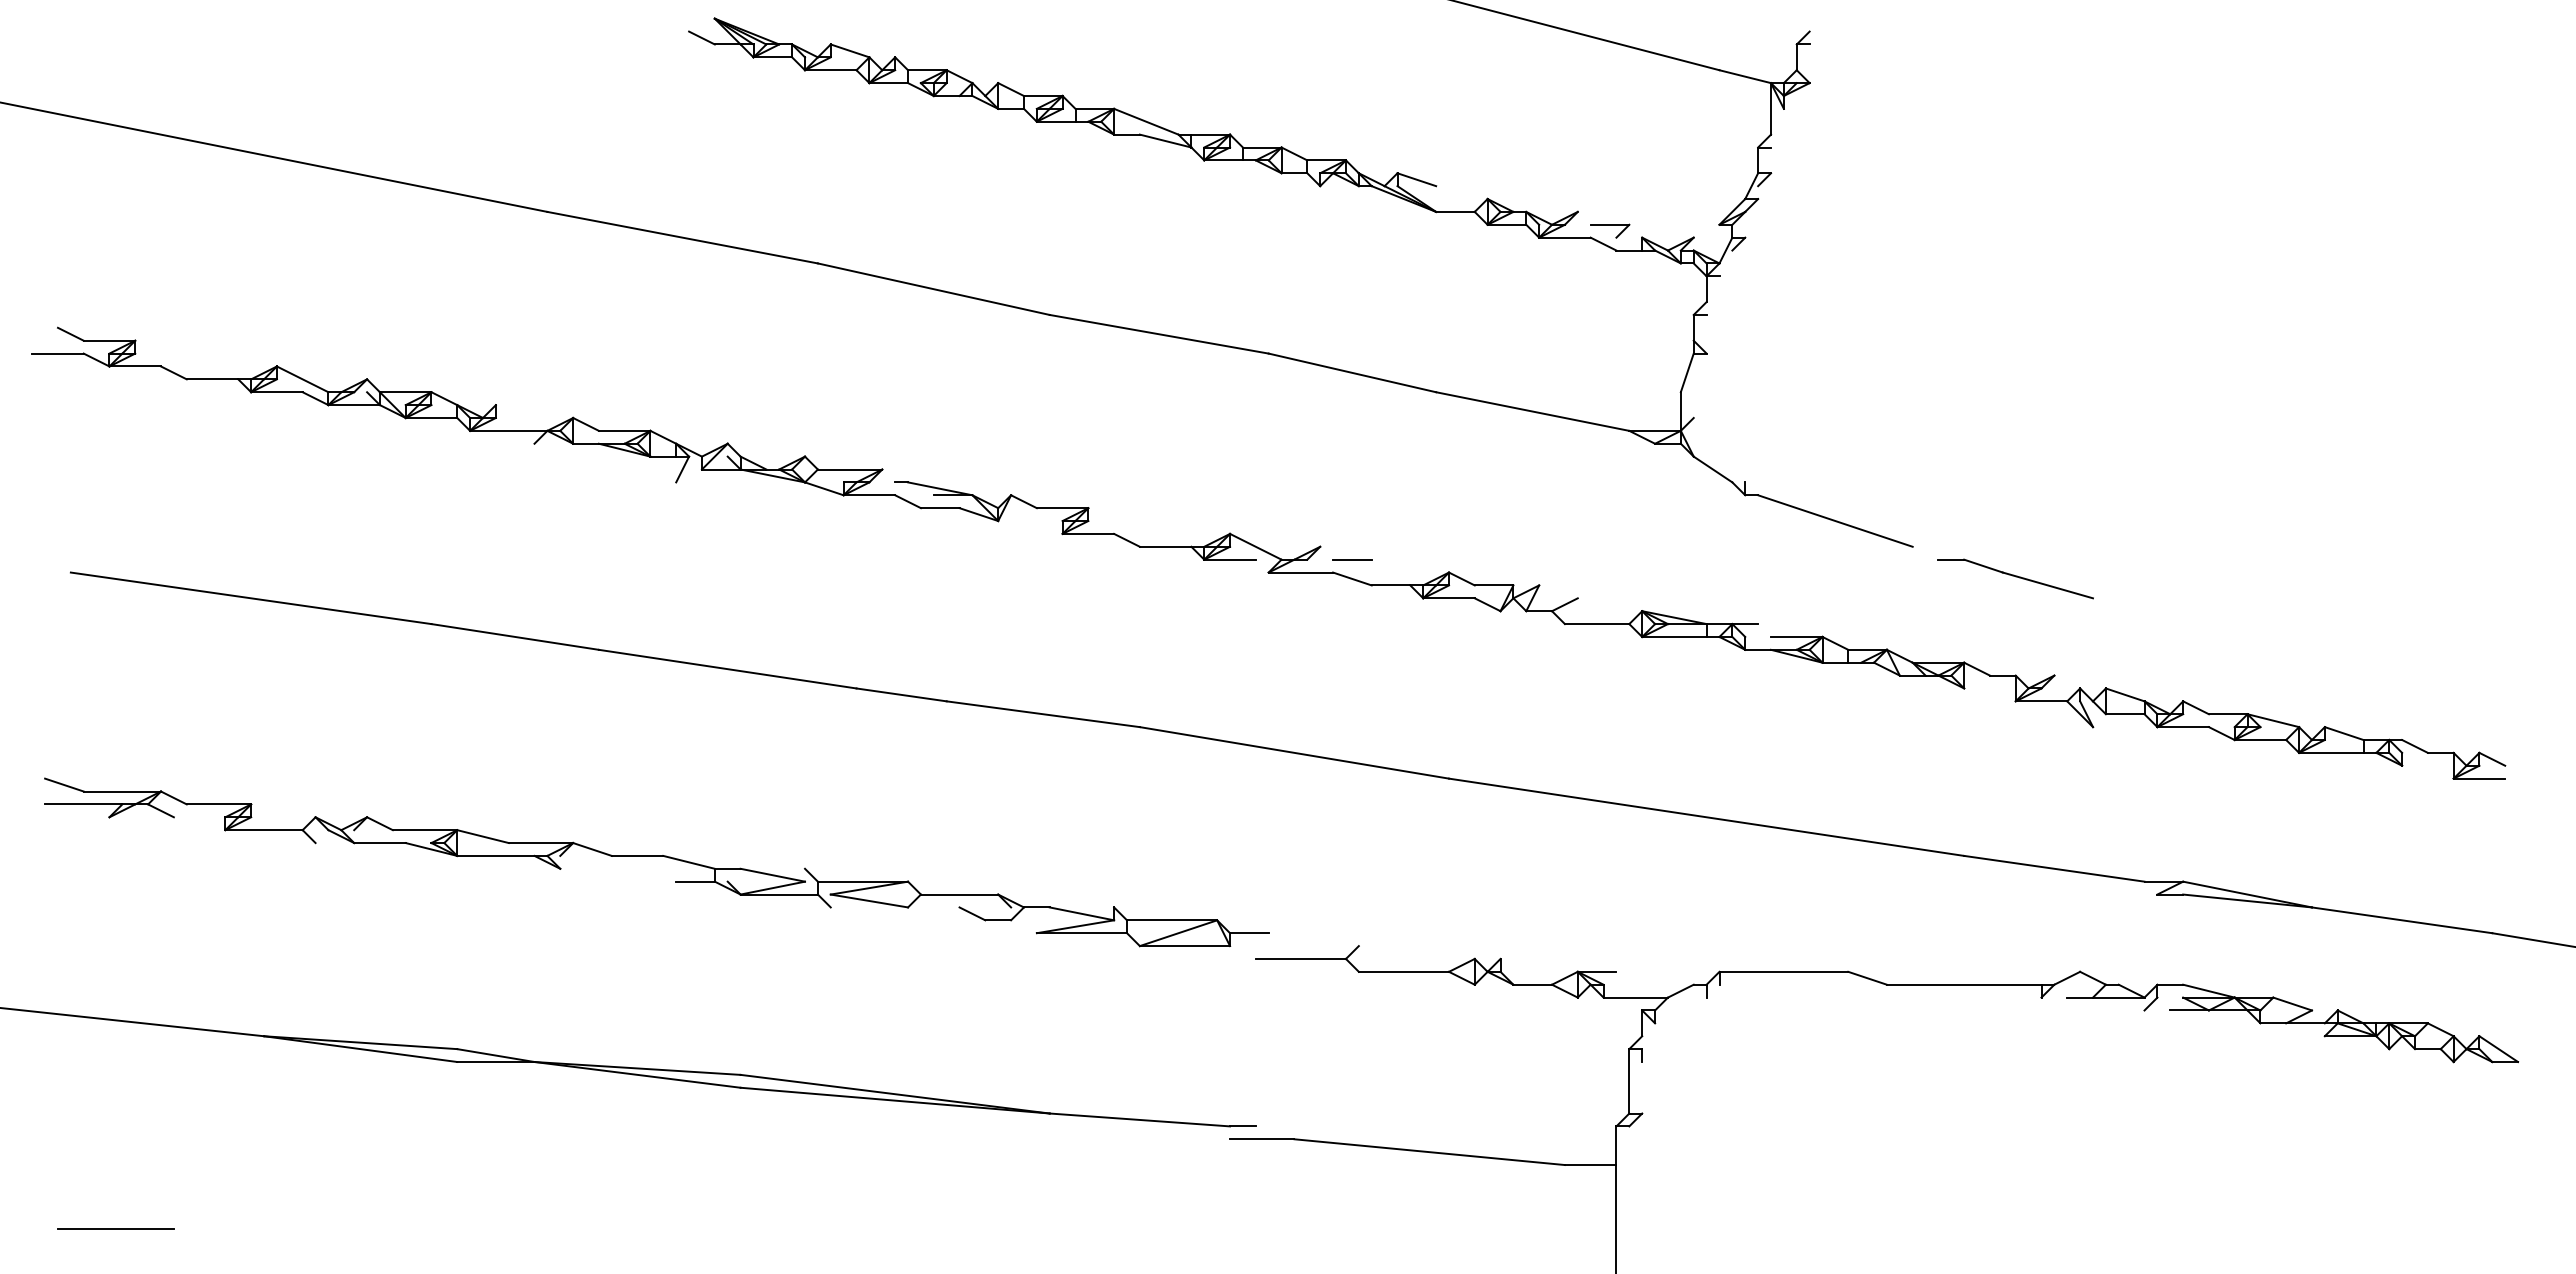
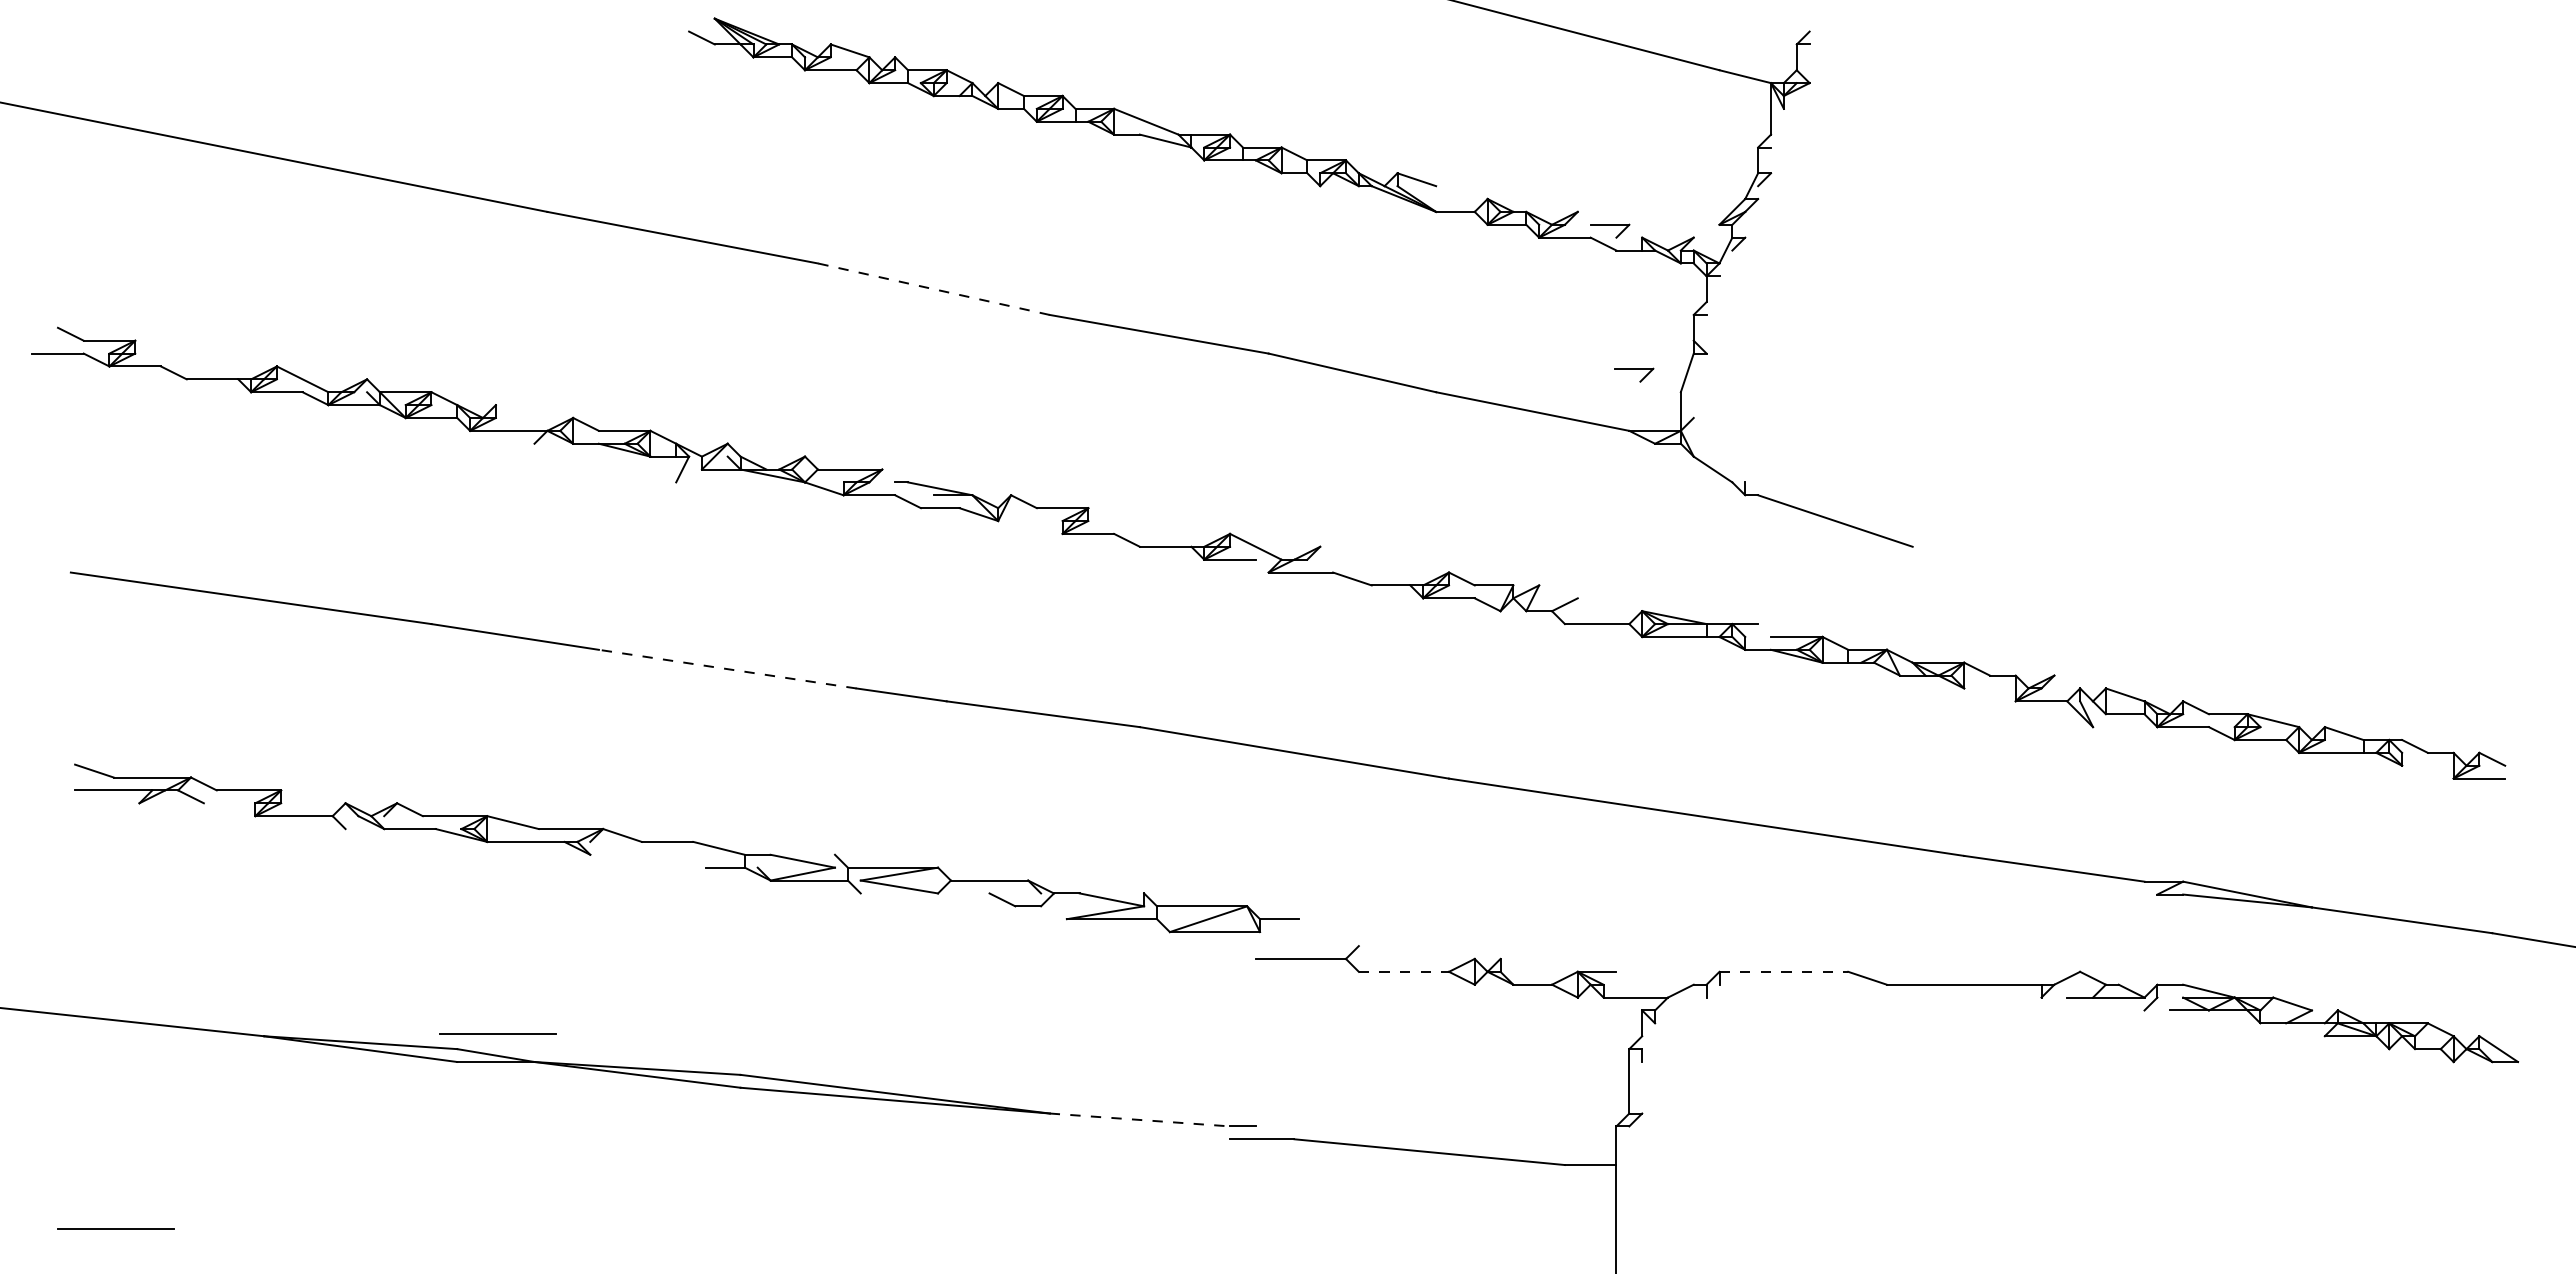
line at (933, 289): solid -> dashed
part at (1634, 374): none -> present
line at (1352, 559): present -> none
part at (2015, 578): present -> none
line at (727, 669): solid -> dashed
part at (656, 862) position: (656, 862) -> (686, 848)
line at (1404, 971): solid -> dashed
line at (1784, 971): solid -> dashed
line at (497, 1033): none -> present
line at (1140, 1120): solid -> dashed
